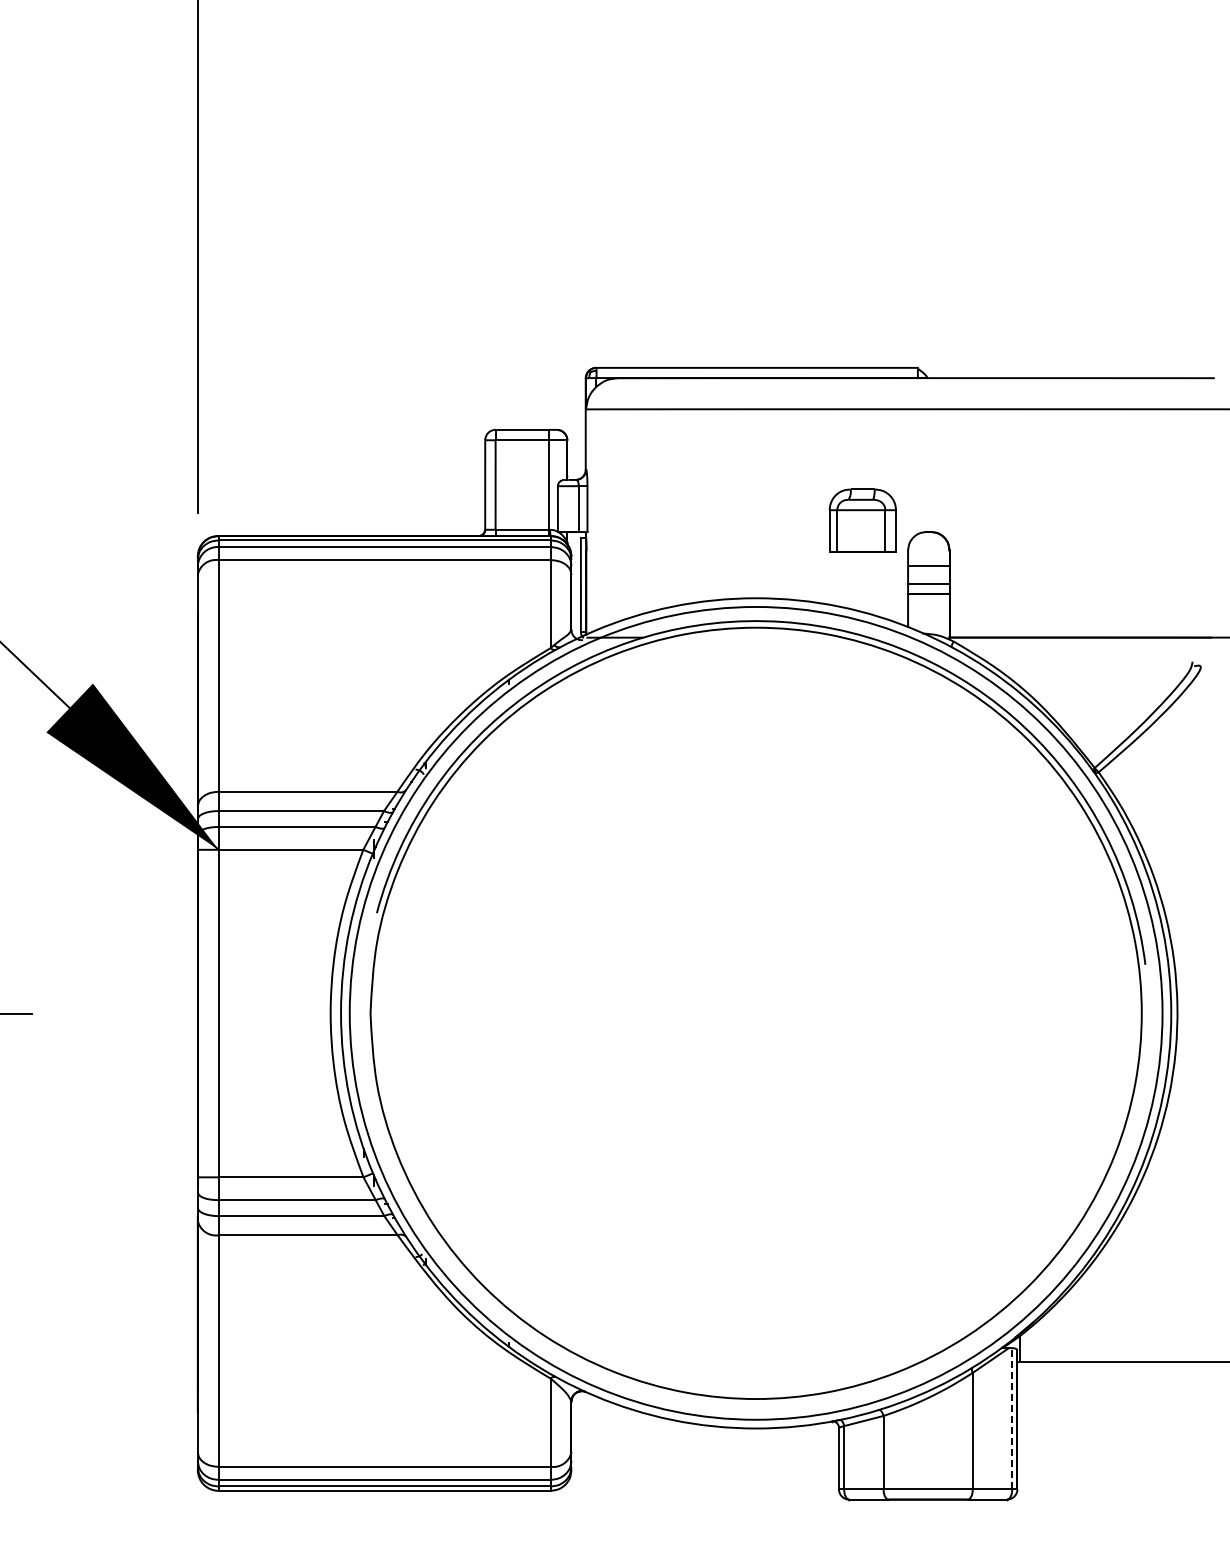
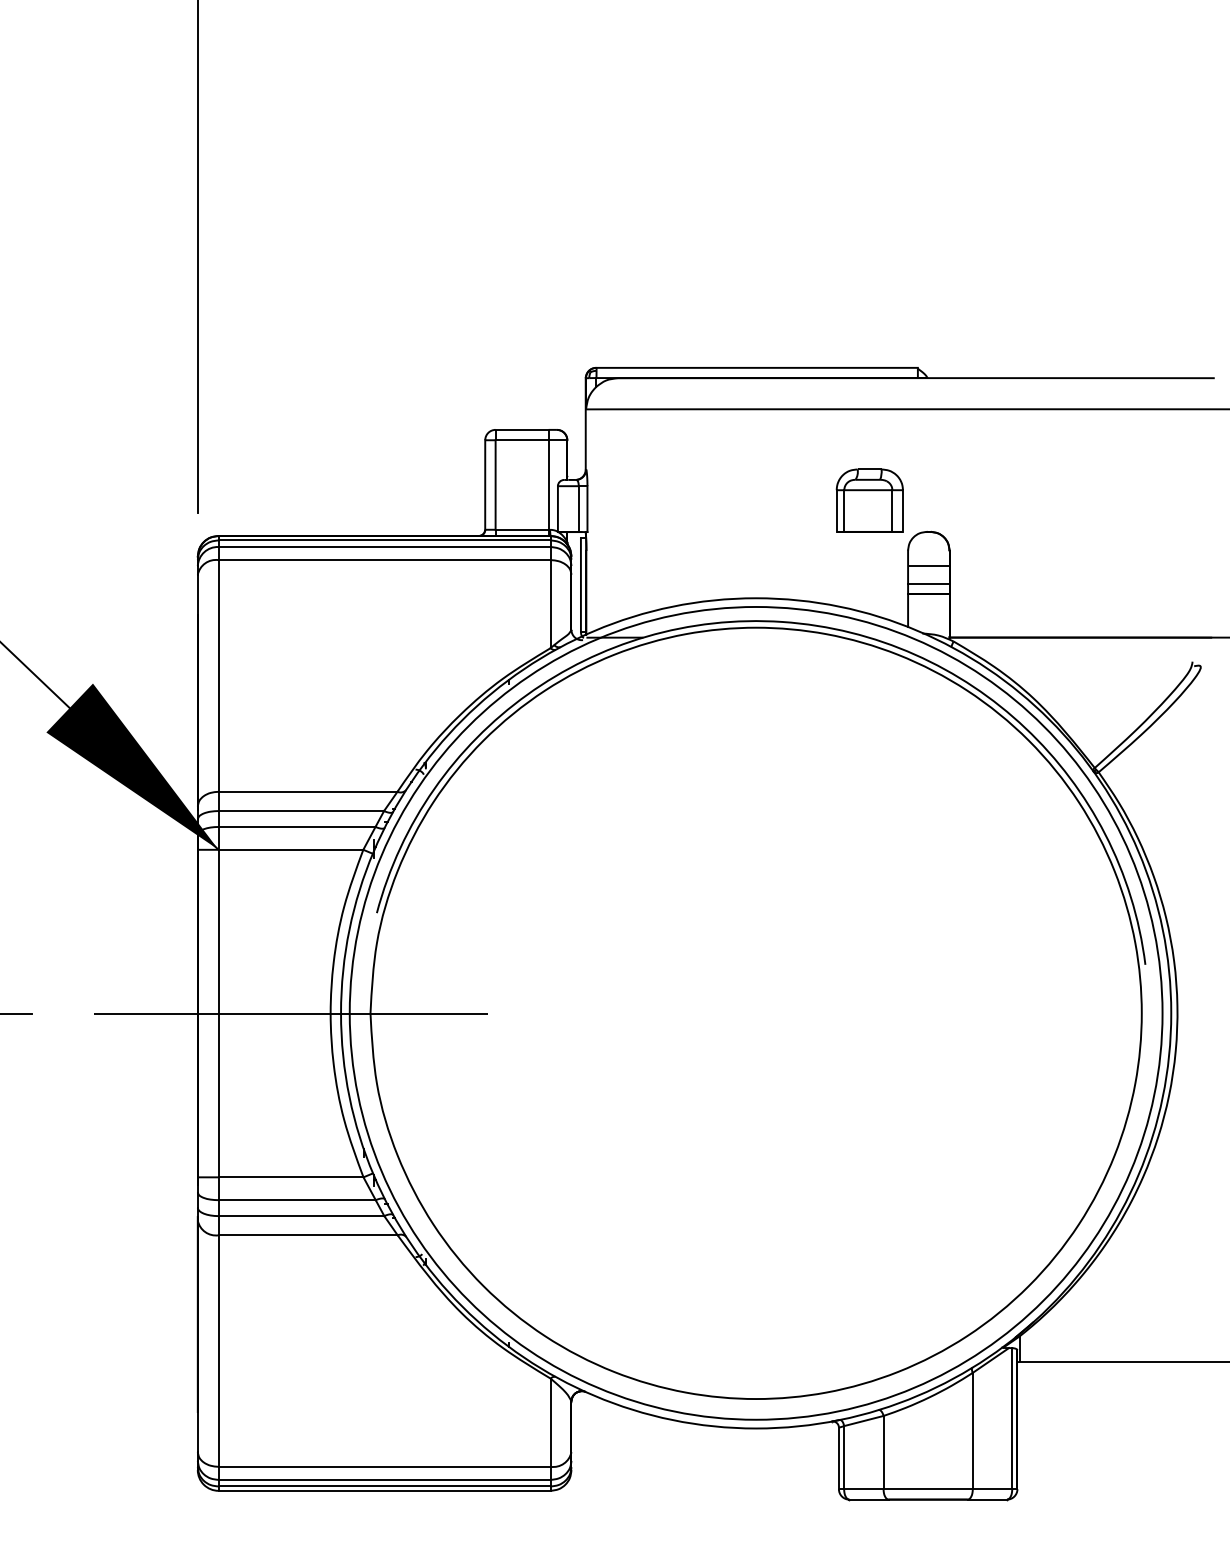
part at (862, 520) position: (862, 520) -> (869, 500)
line at (290, 1013): none -> present
line at (1012, 1418): dashed -> solid
